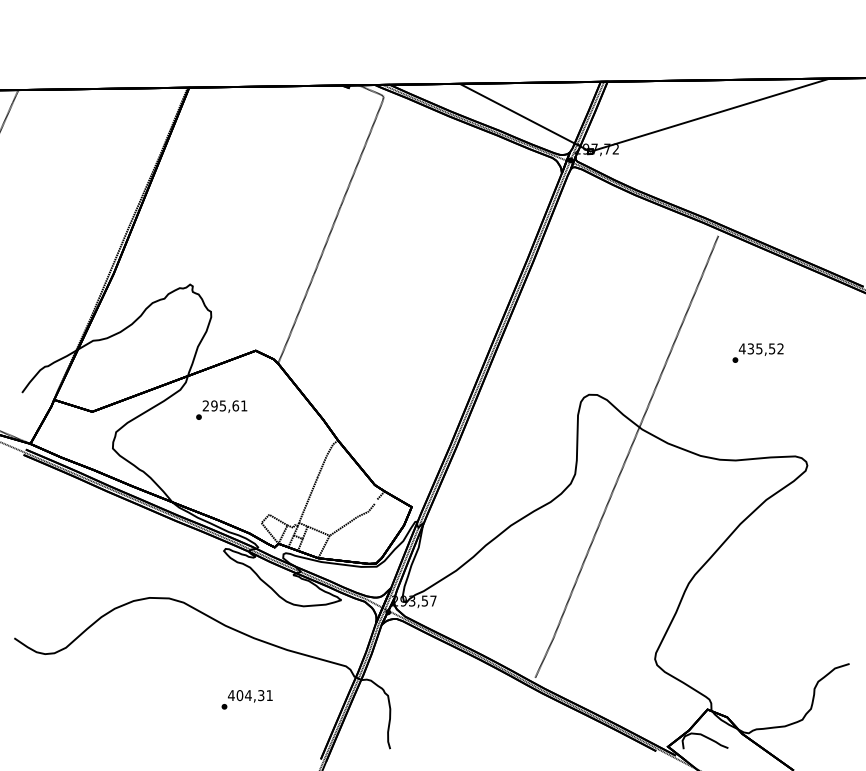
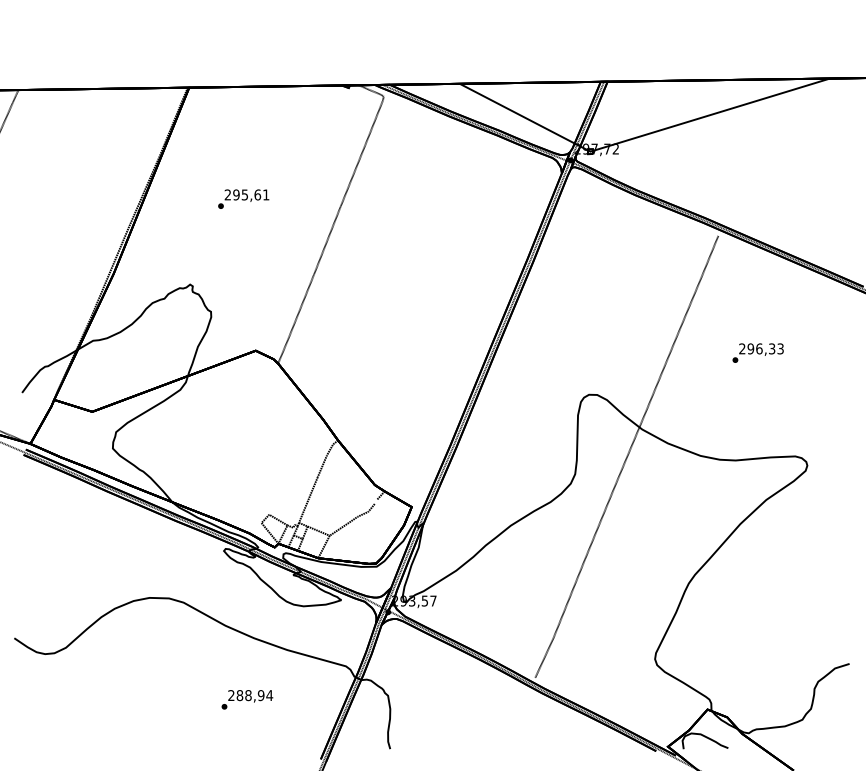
text at (760, 348): 435,52 -> 296,33
text at (221, 409) position: (221, 409) -> (243, 198)
text at (250, 695): 404,31 -> 288,94
